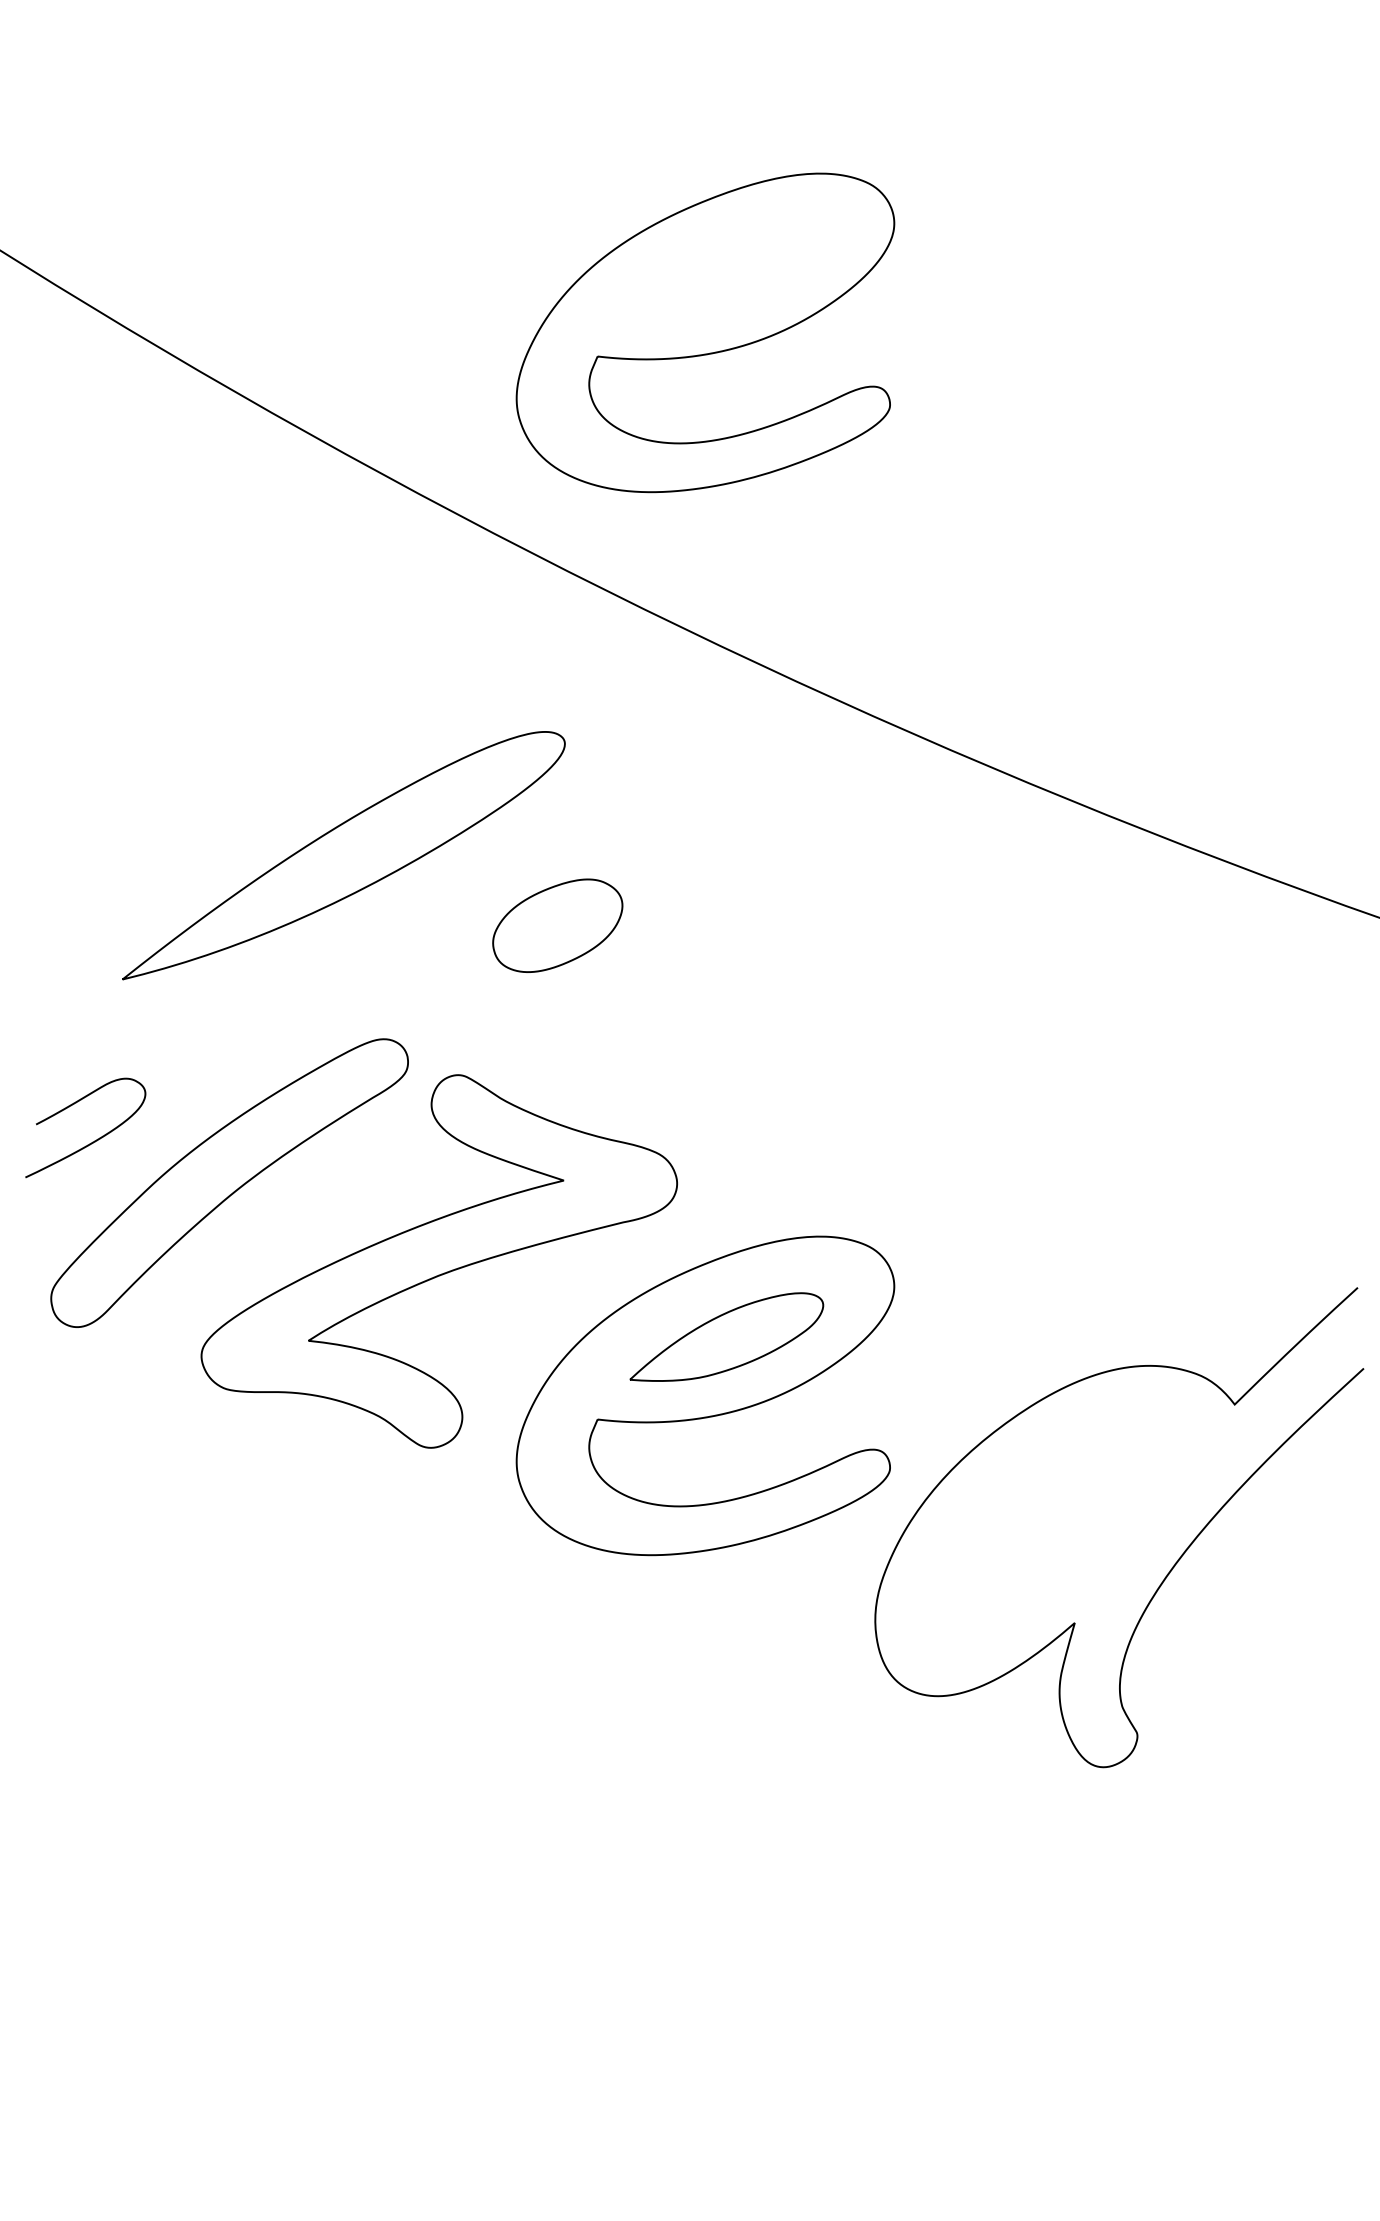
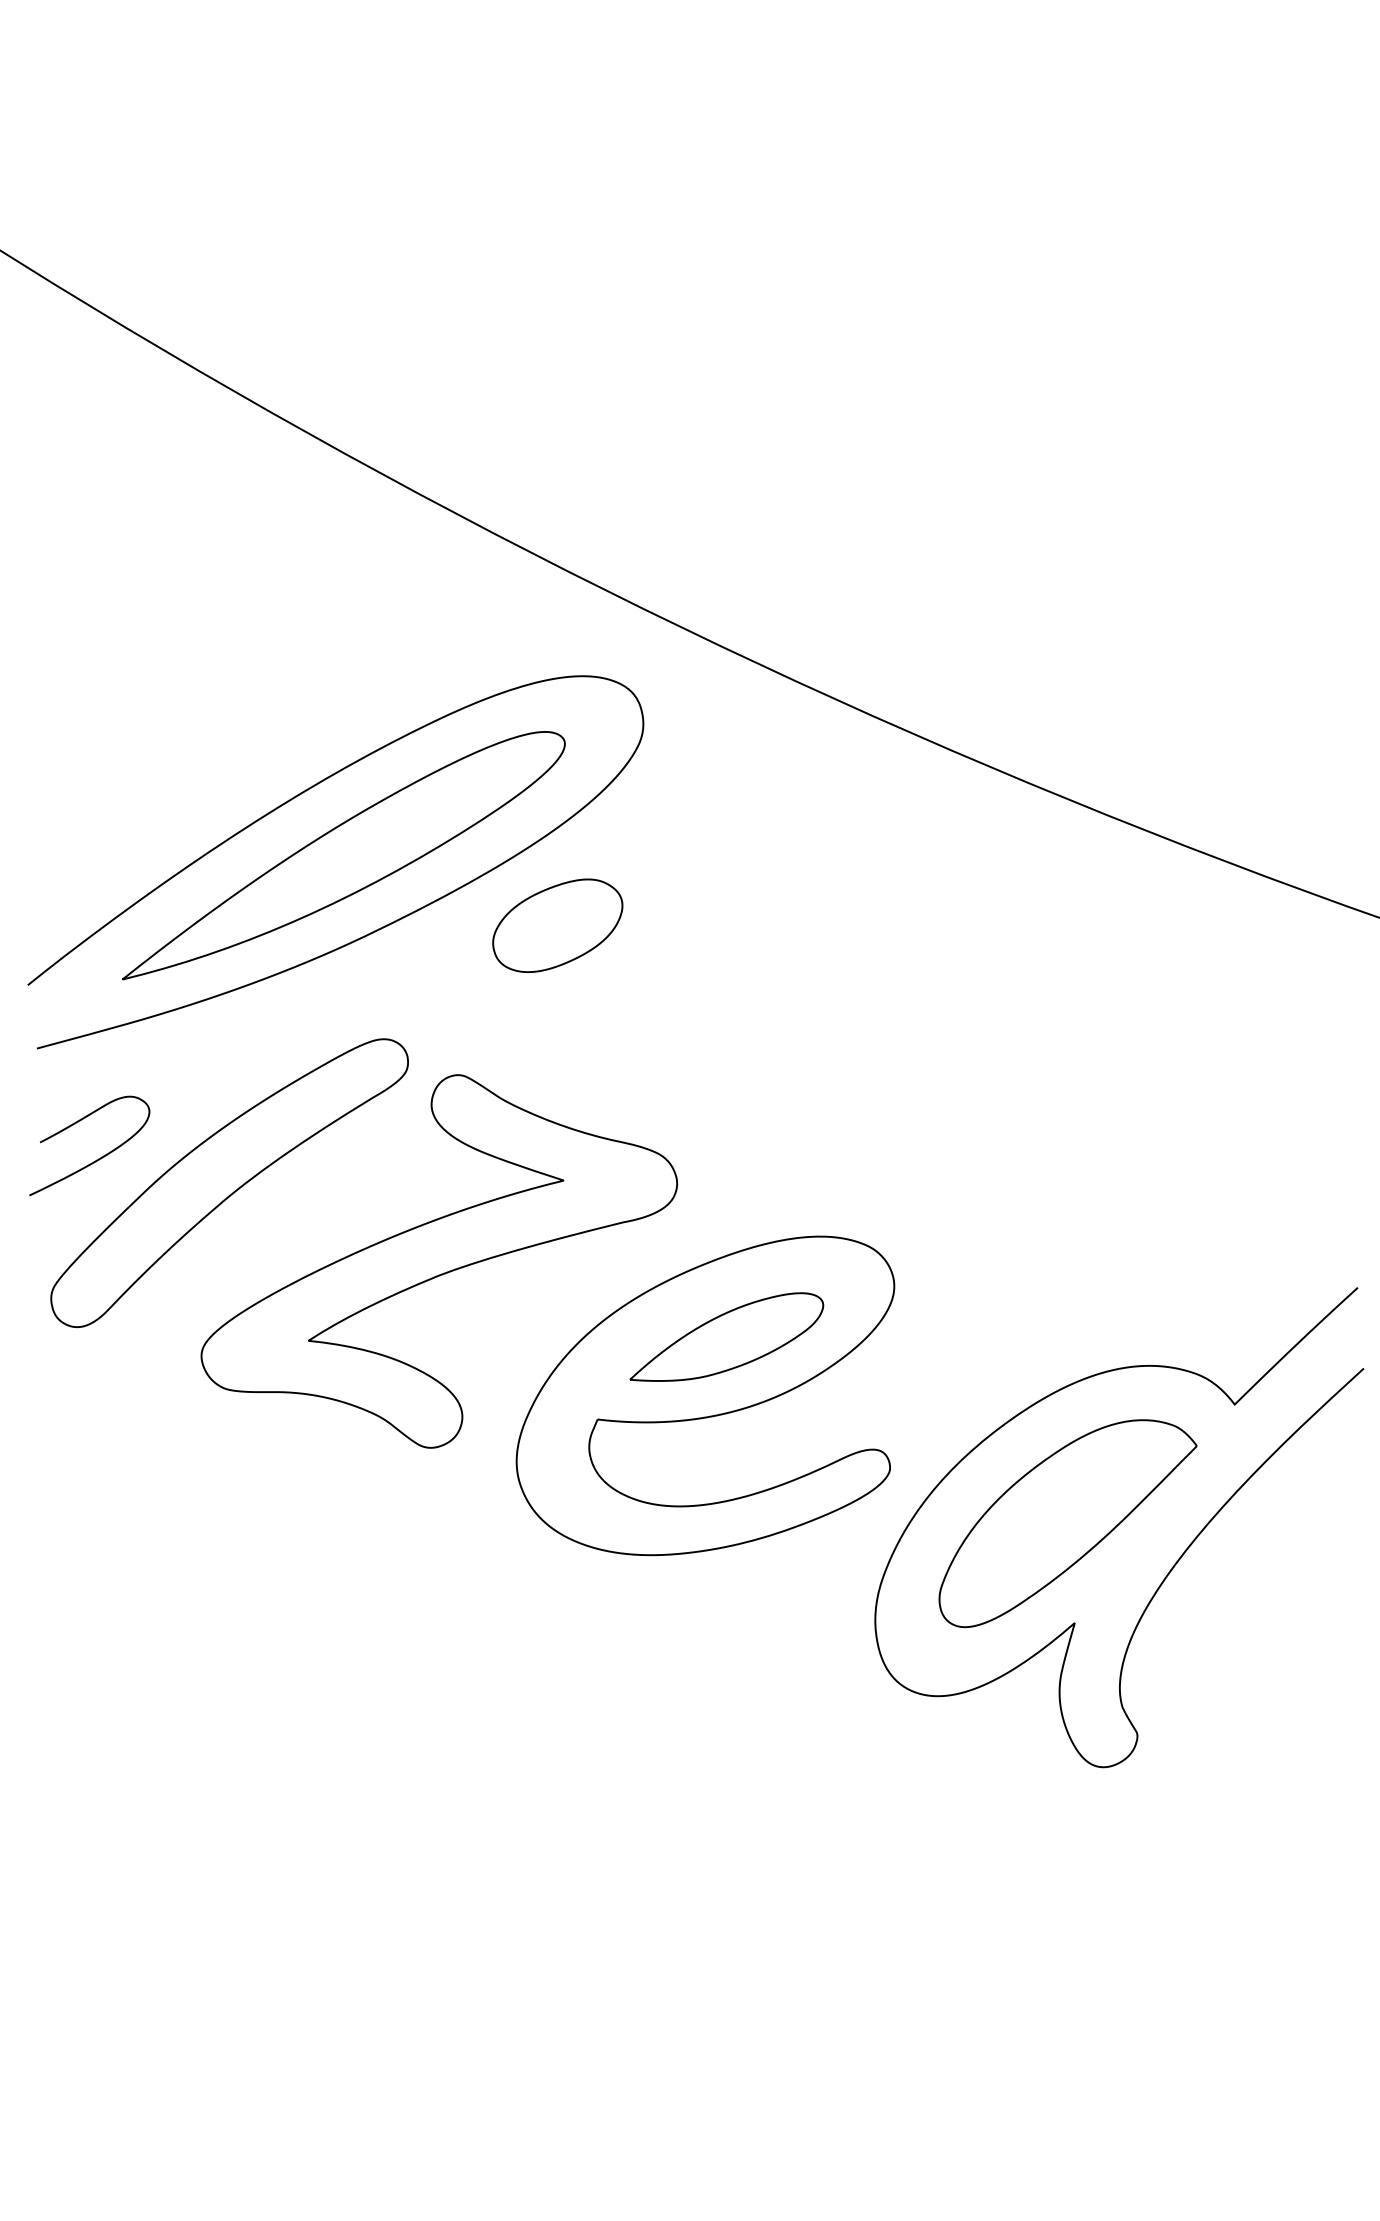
part at (705, 332): present -> none
curve at (298, 796): none -> present
curve at (92, 1141) position: (92, 1141) -> (96, 1159)
part at (1067, 1523): none -> present
